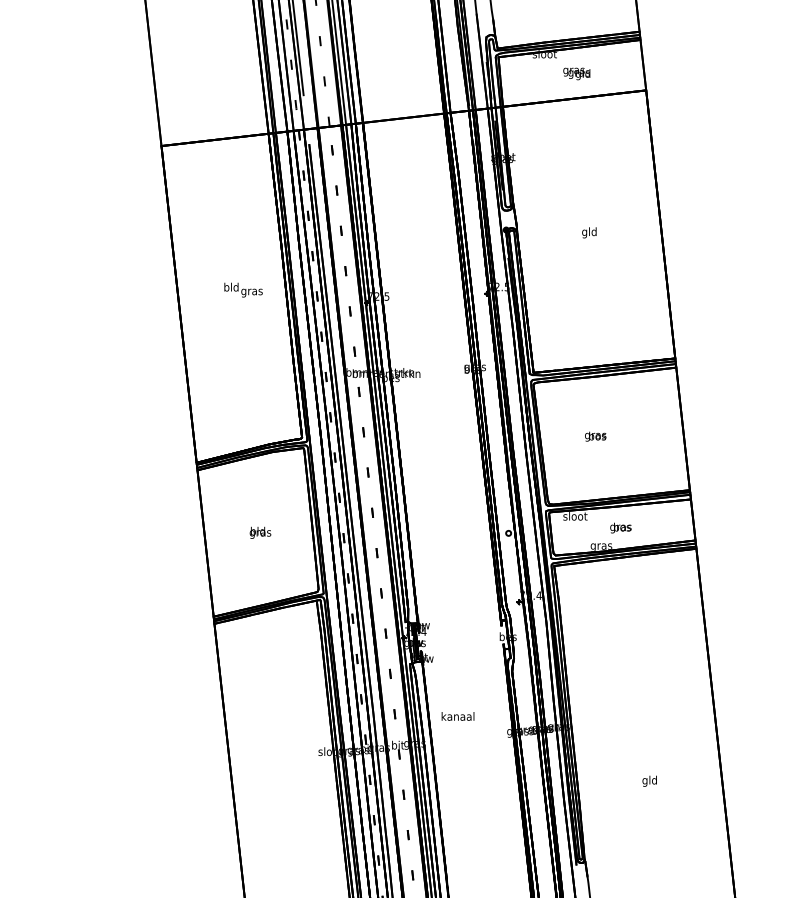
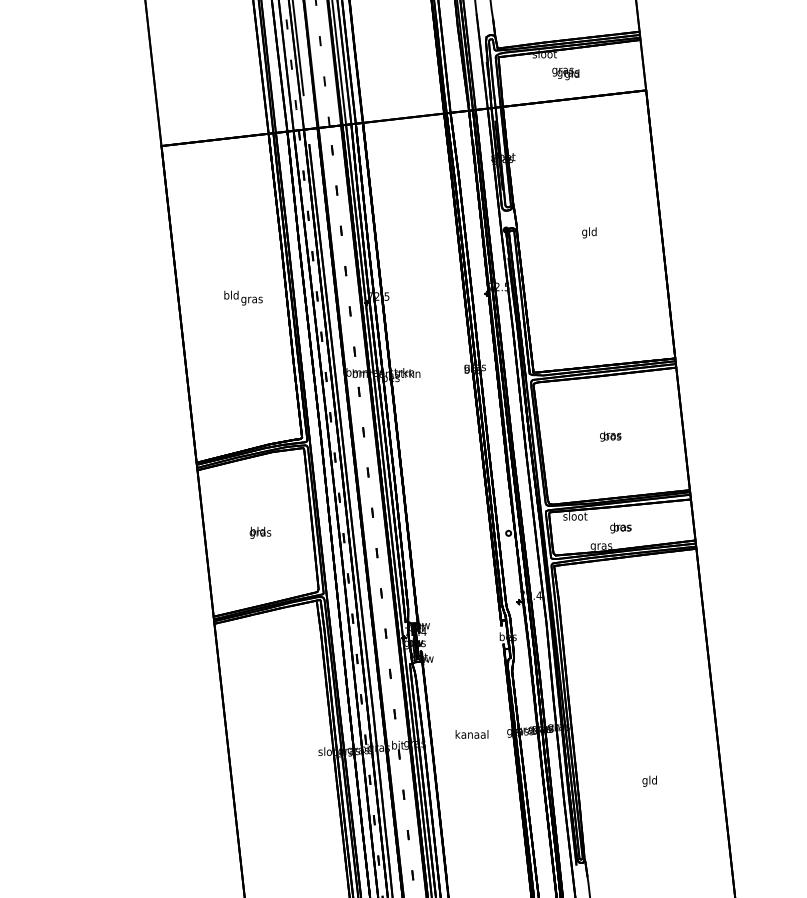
text at (576, 73) position: (576, 73) -> (565, 73)
text at (243, 289) position: (243, 289) -> (243, 297)
text at (595, 436) position: (595, 436) -> (610, 436)
text at (457, 716) position: (457, 716) -> (471, 734)
